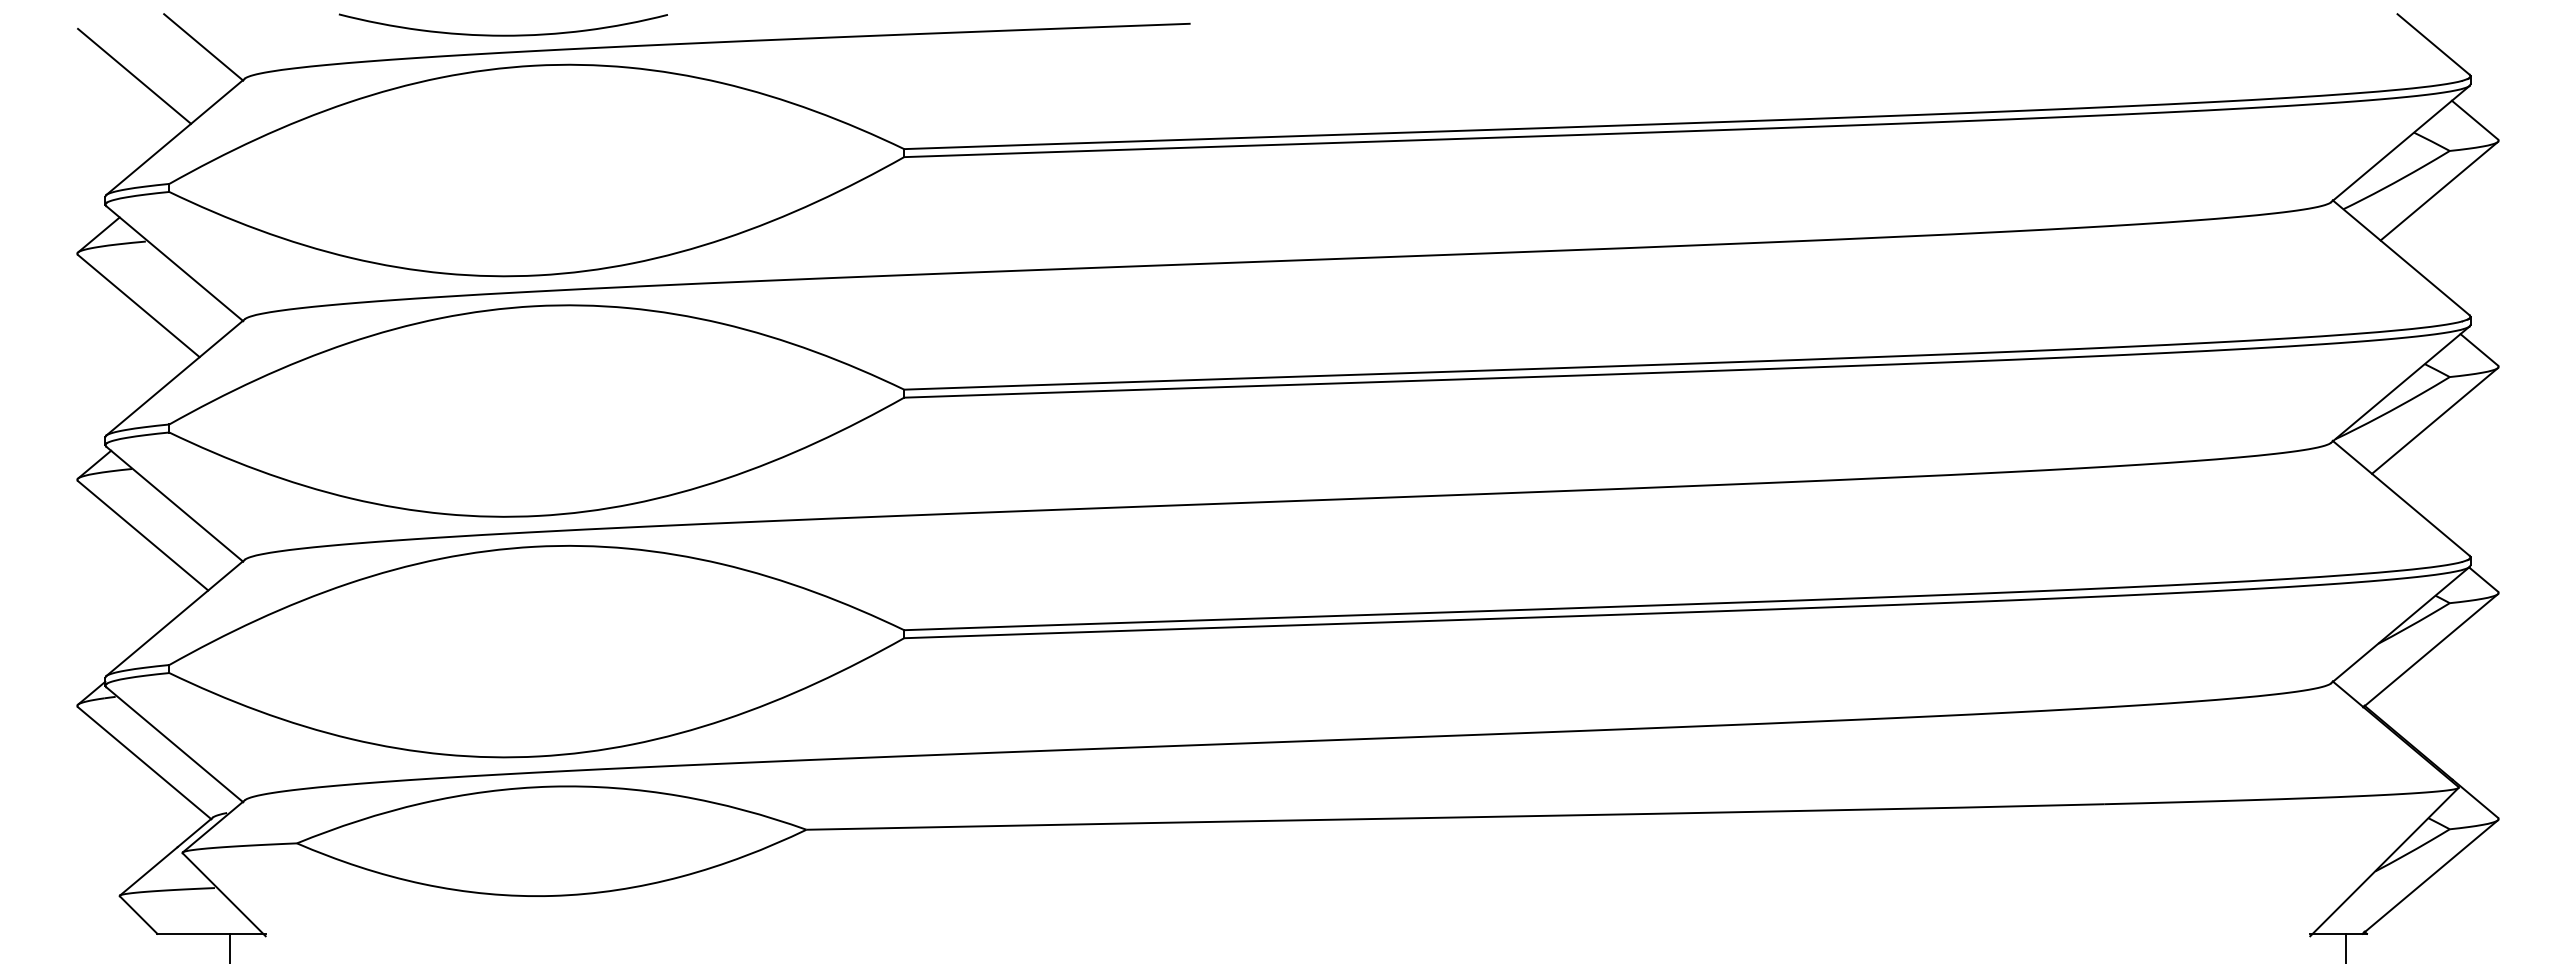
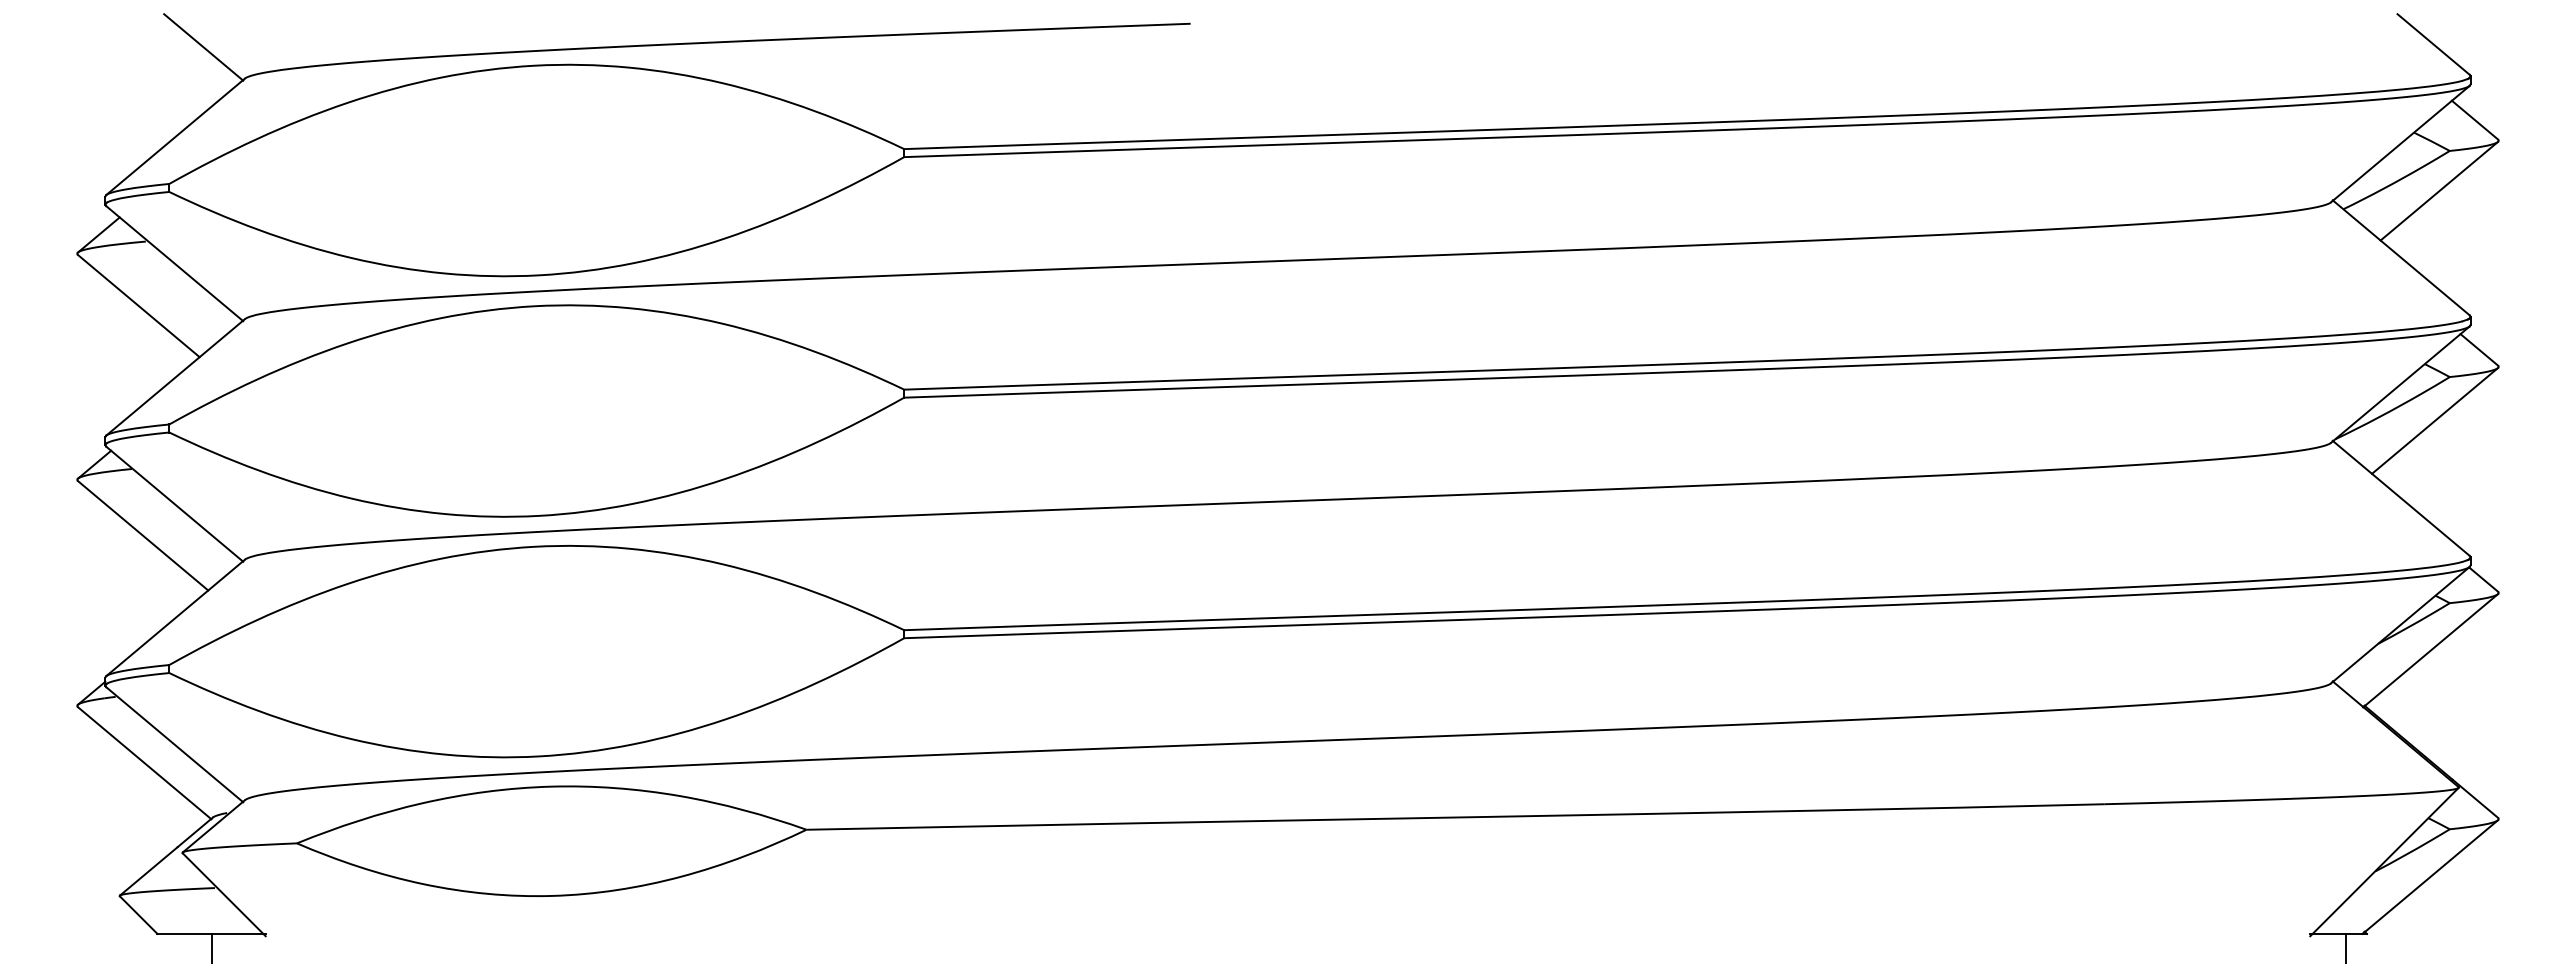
curve at (502, 34): present -> none
line at (134, 75): present -> none
line at (229, 946) position: (229, 946) -> (211, 946)
